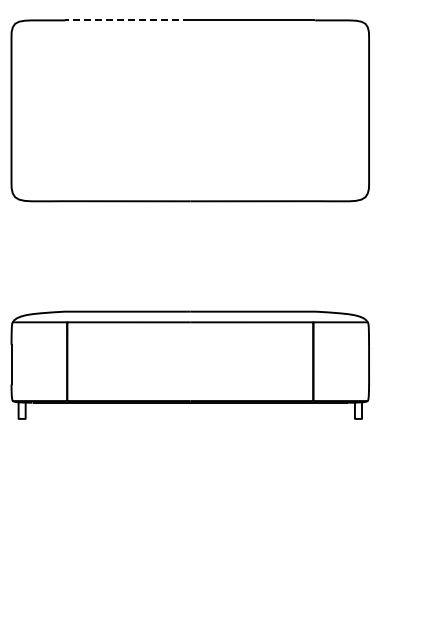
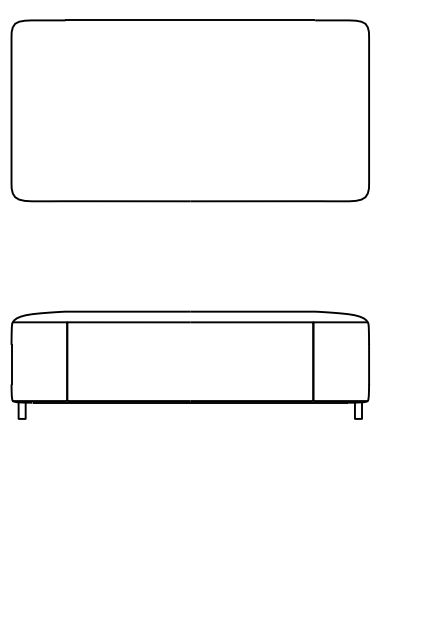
line at (127, 20): dashed -> solid
